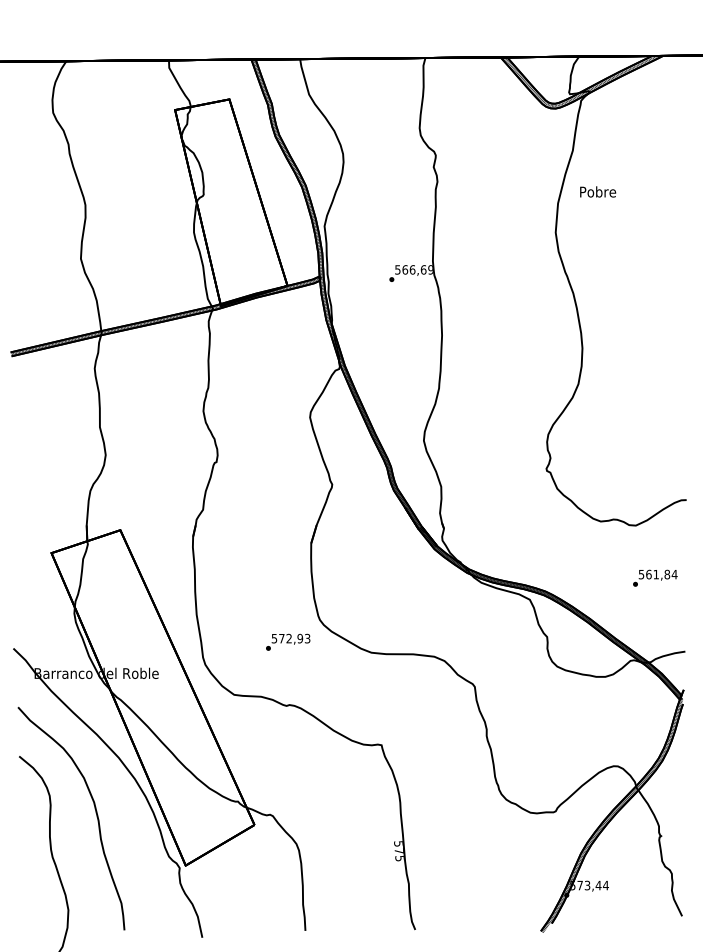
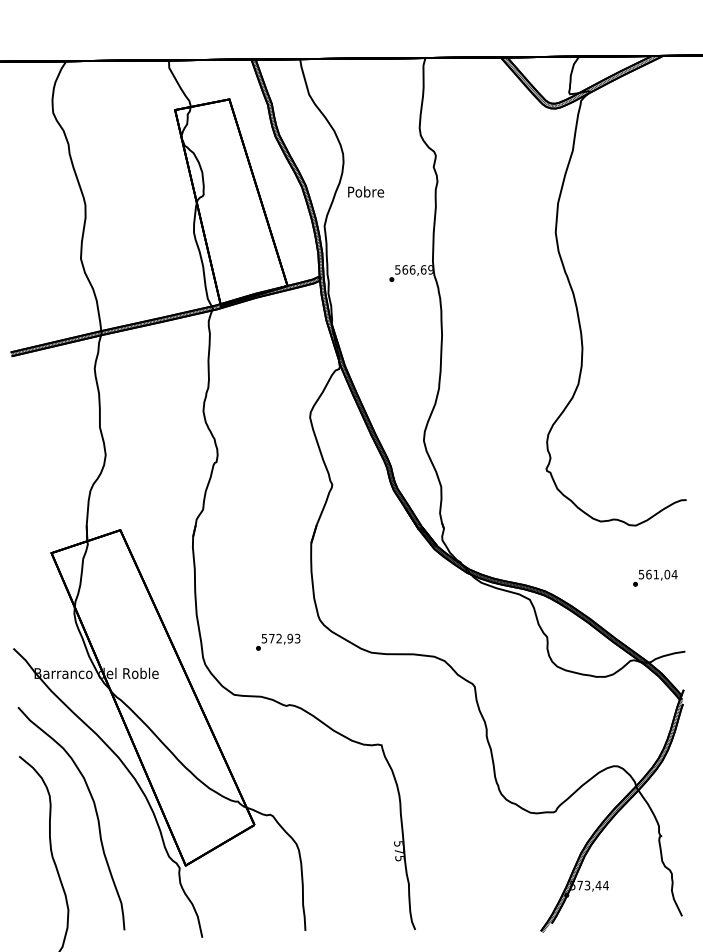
text at (598, 191) position: (598, 191) -> (366, 191)
text at (667, 574): 561,84 -> 561,04
text at (288, 641) position: (288, 641) -> (278, 641)
